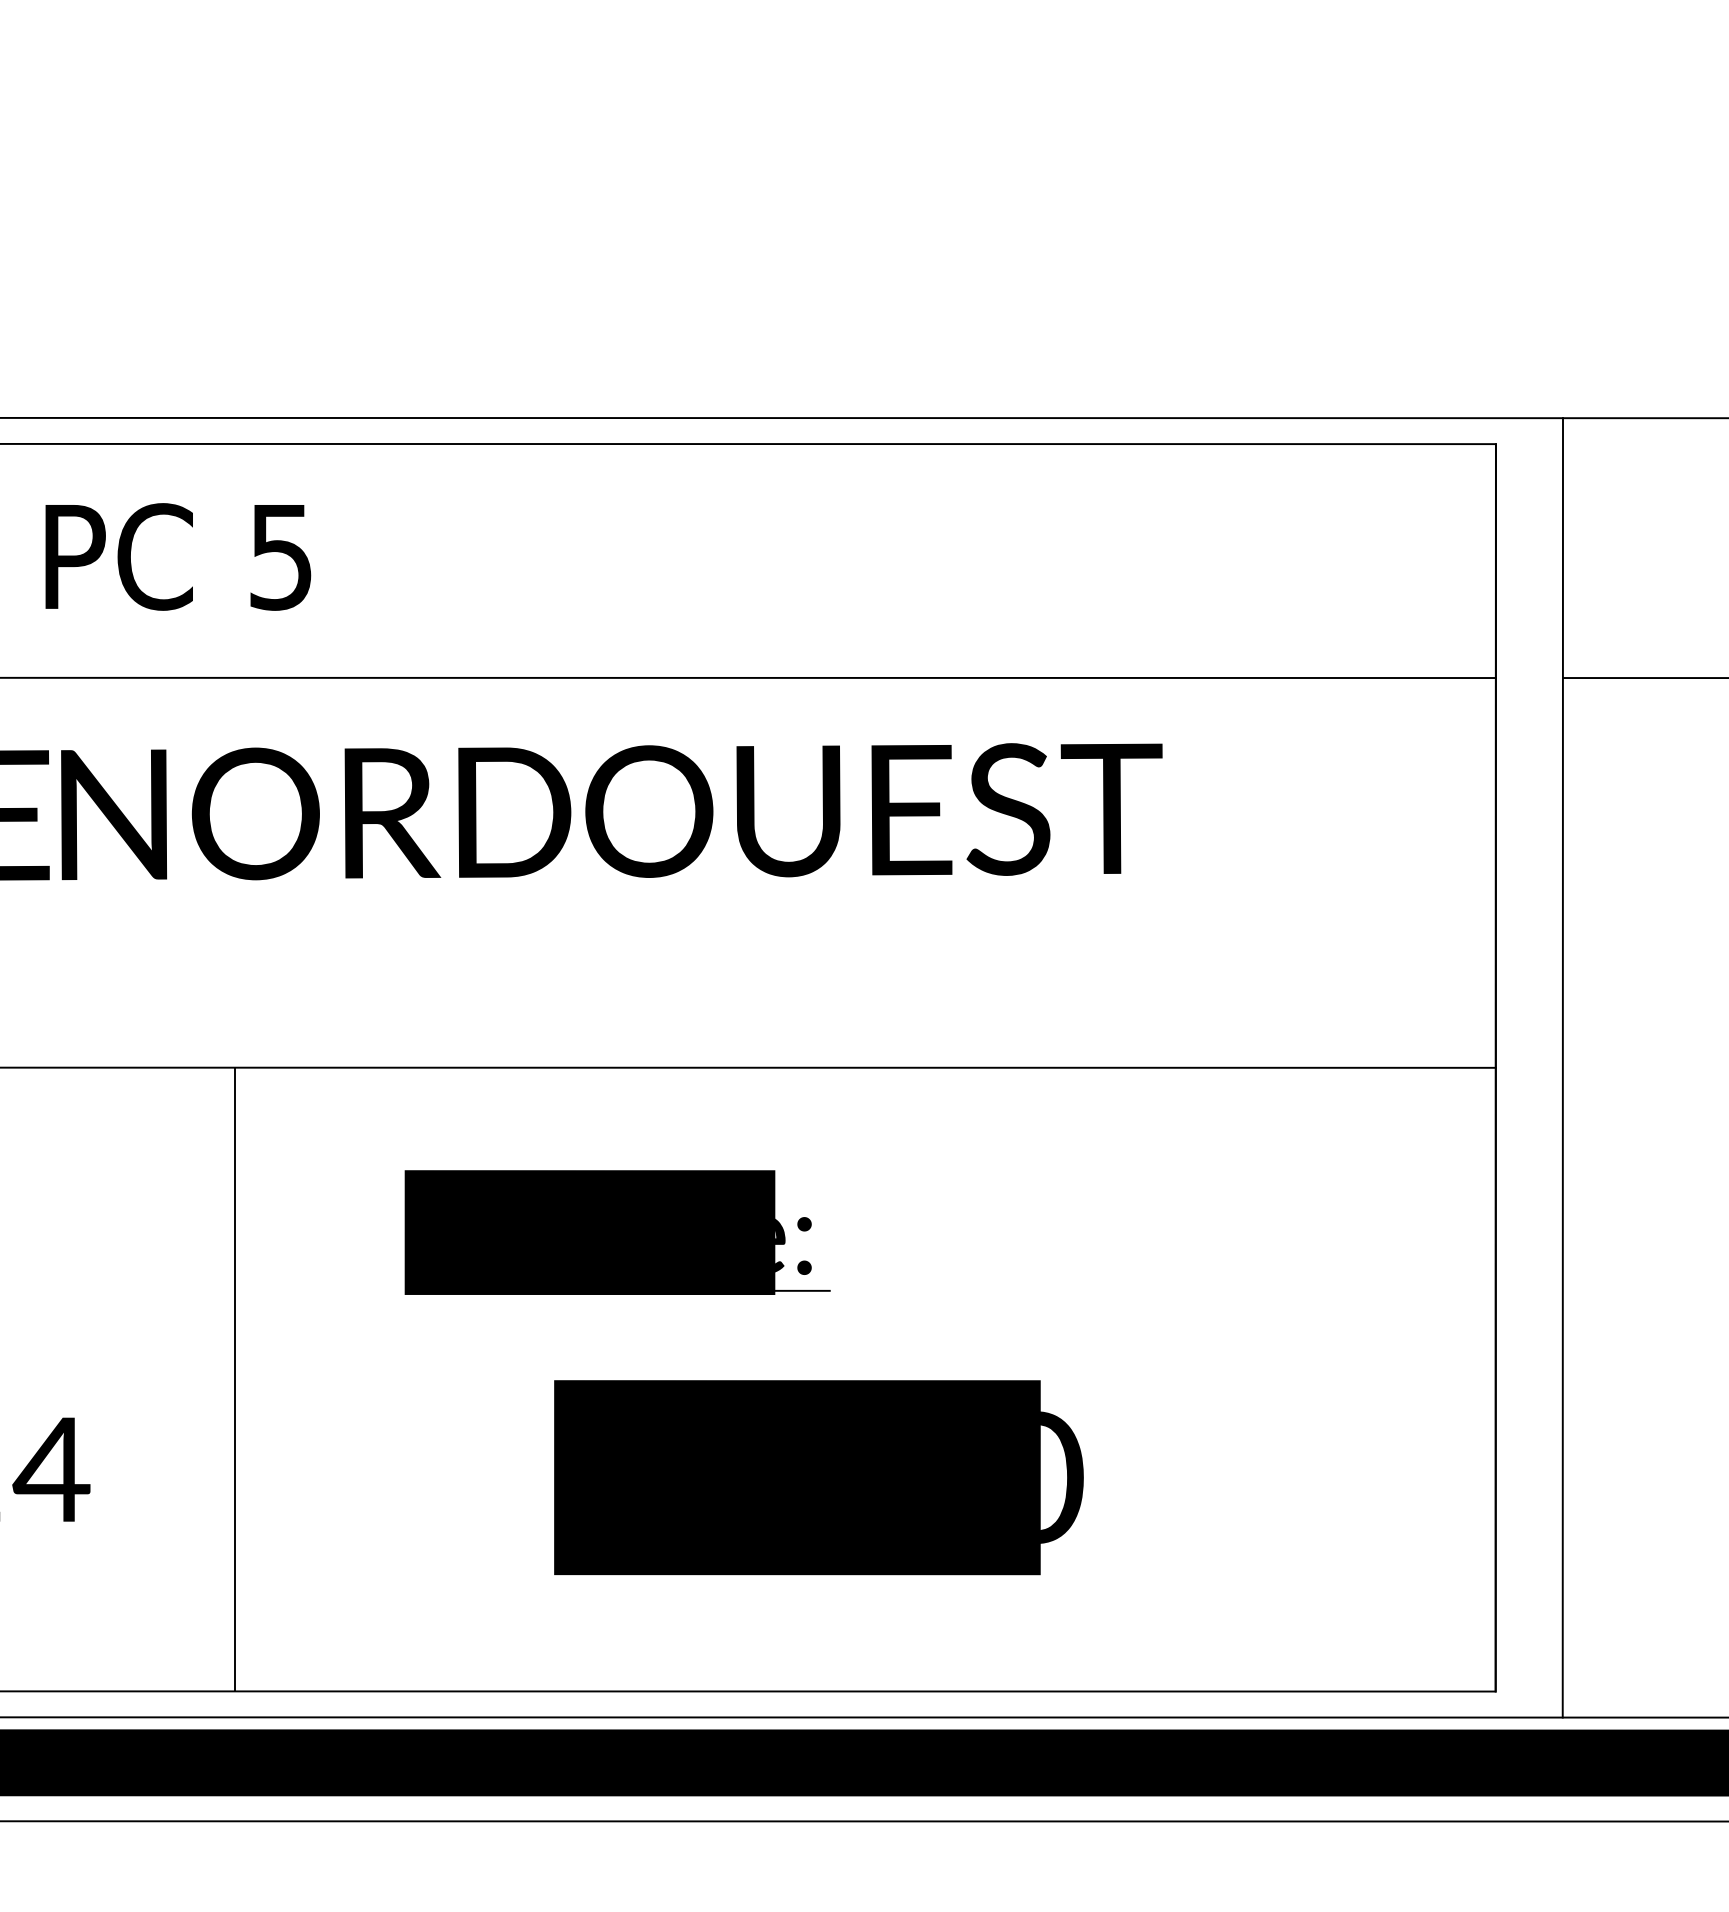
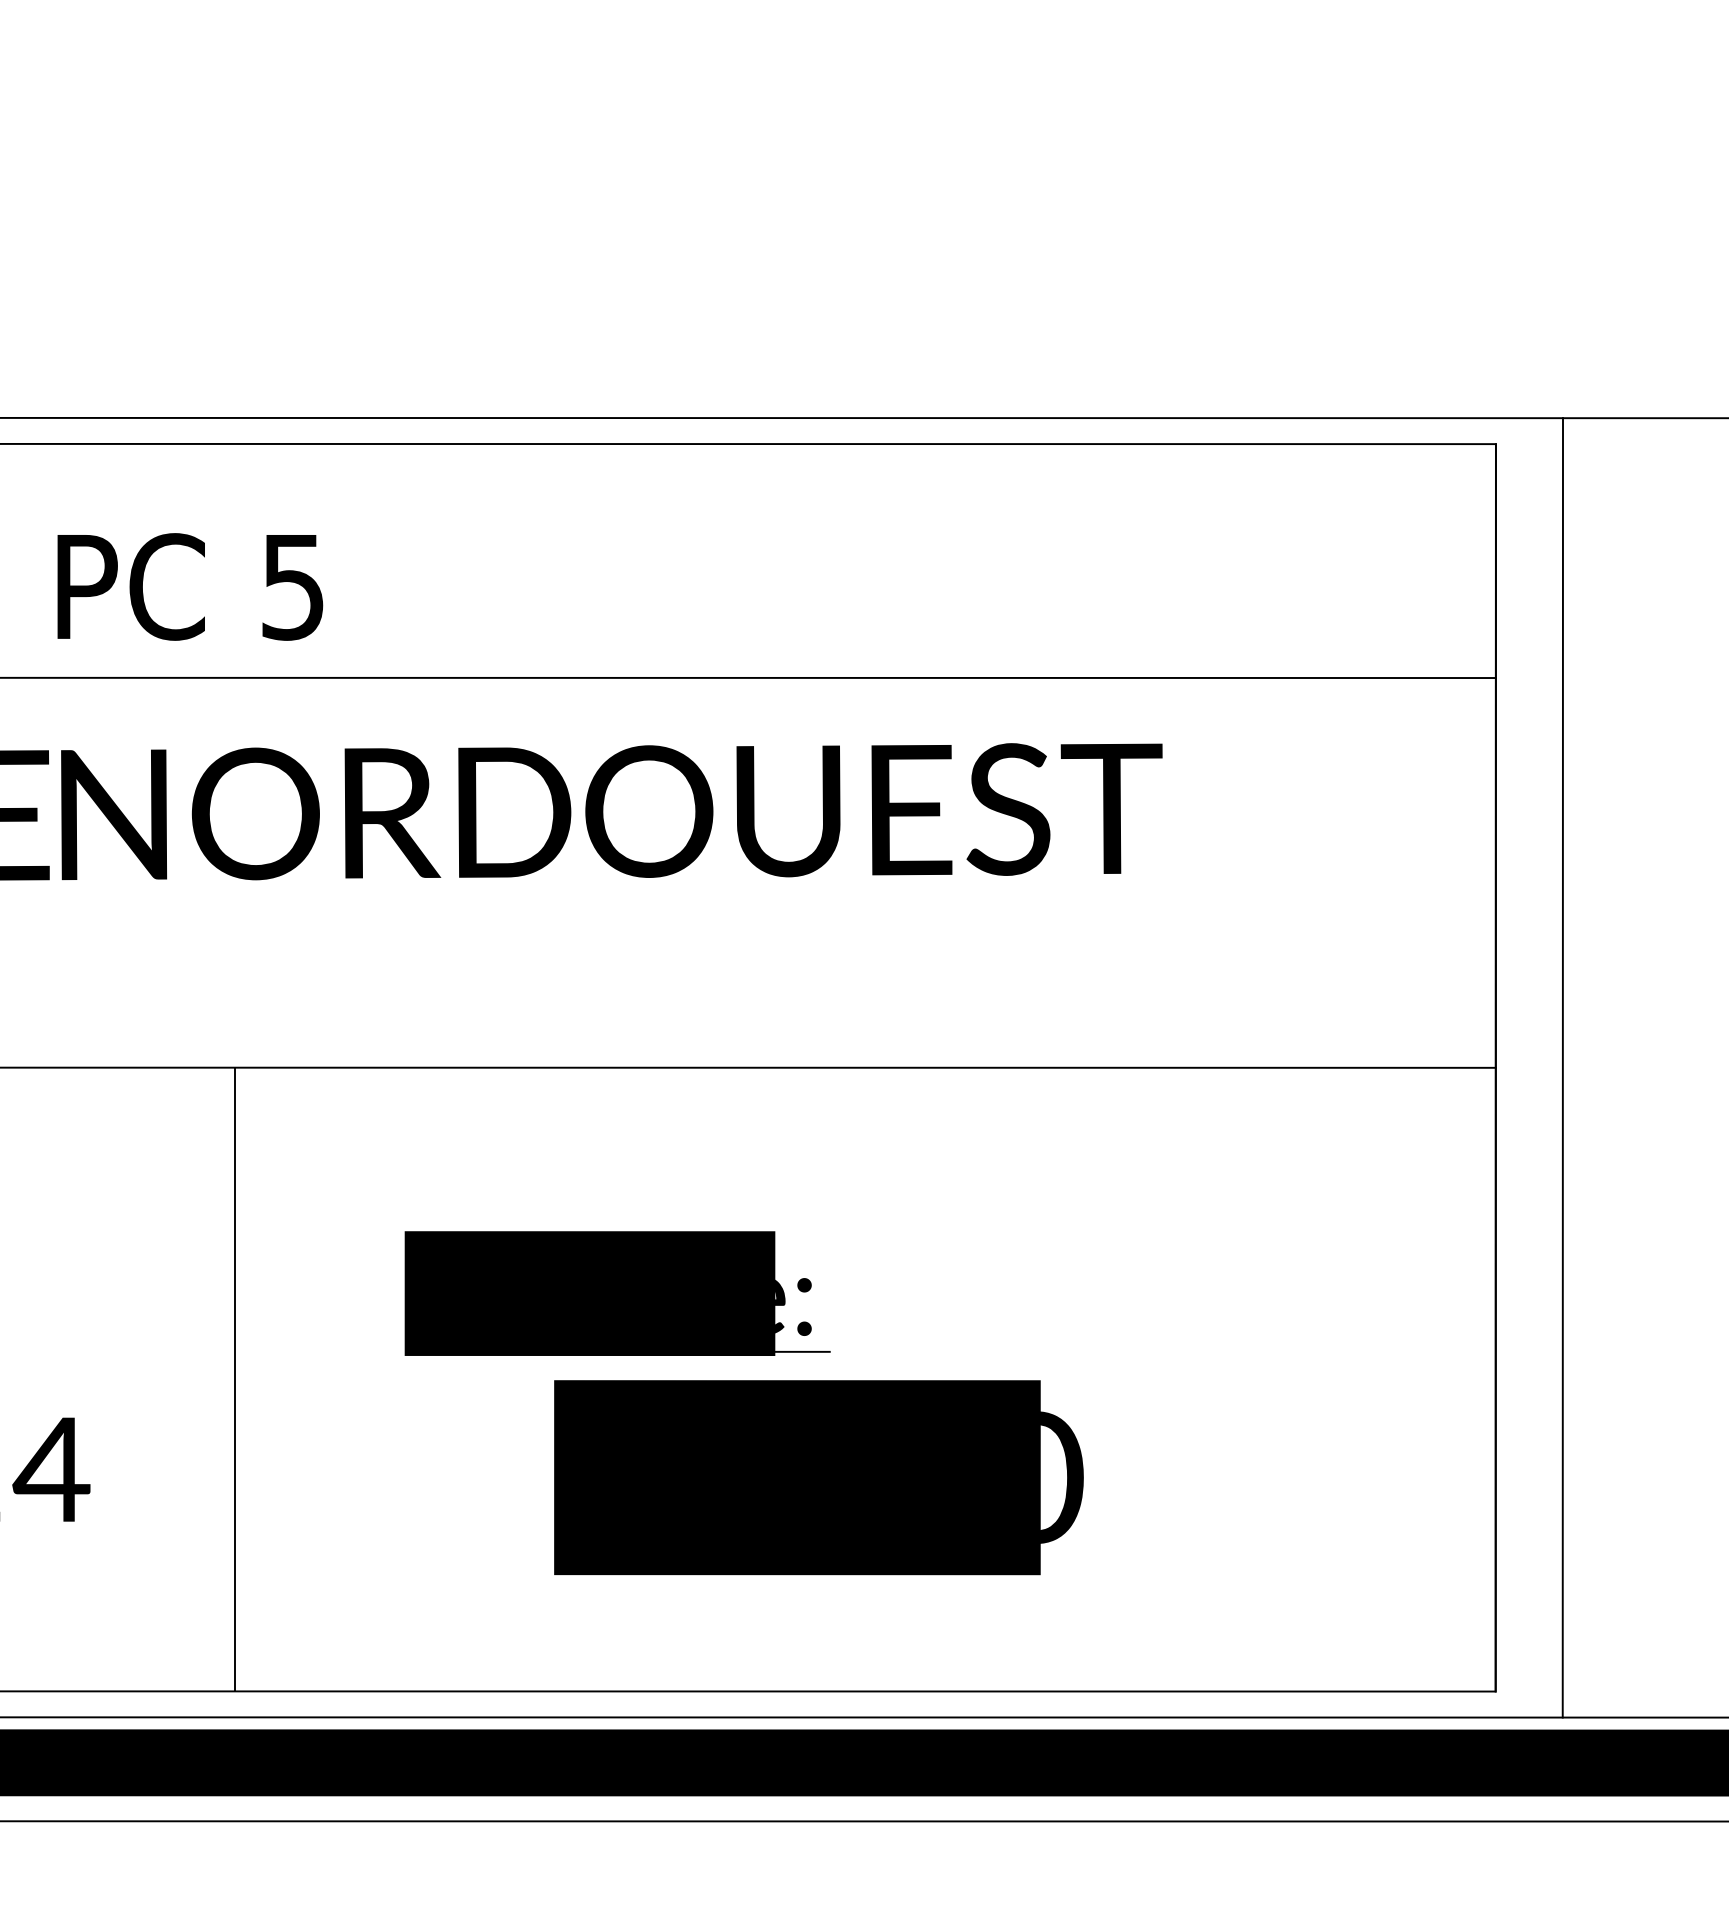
text at (178, 556) position: (178, 556) -> (190, 586)
line at (1643, 678): present -> none
part at (617, 1232) position: (617, 1232) -> (617, 1293)
